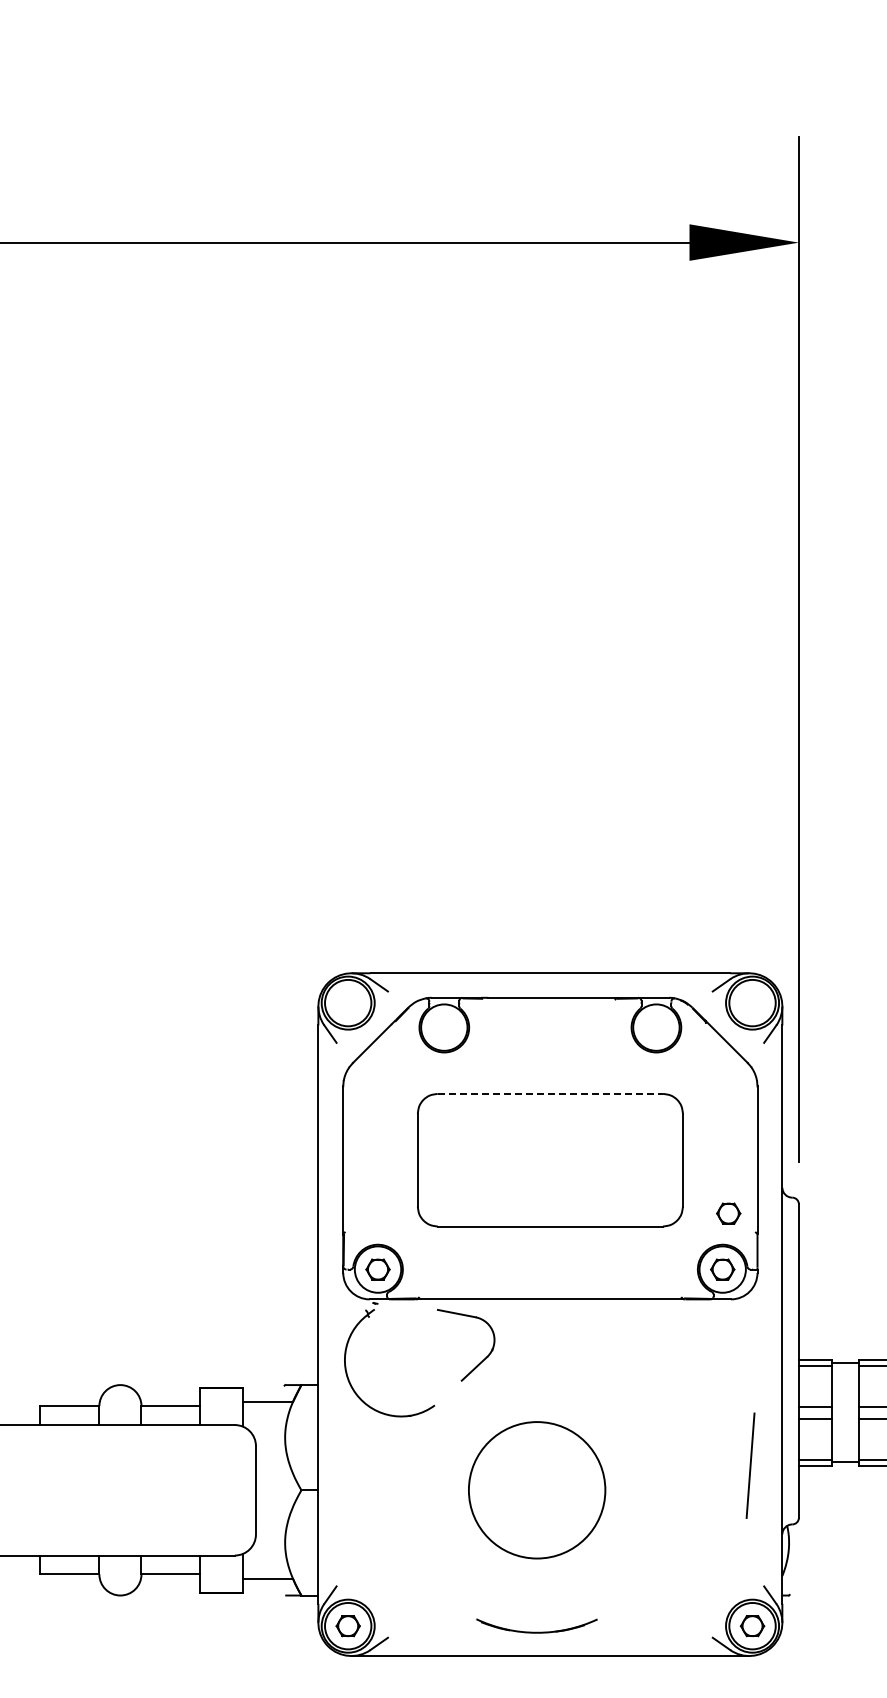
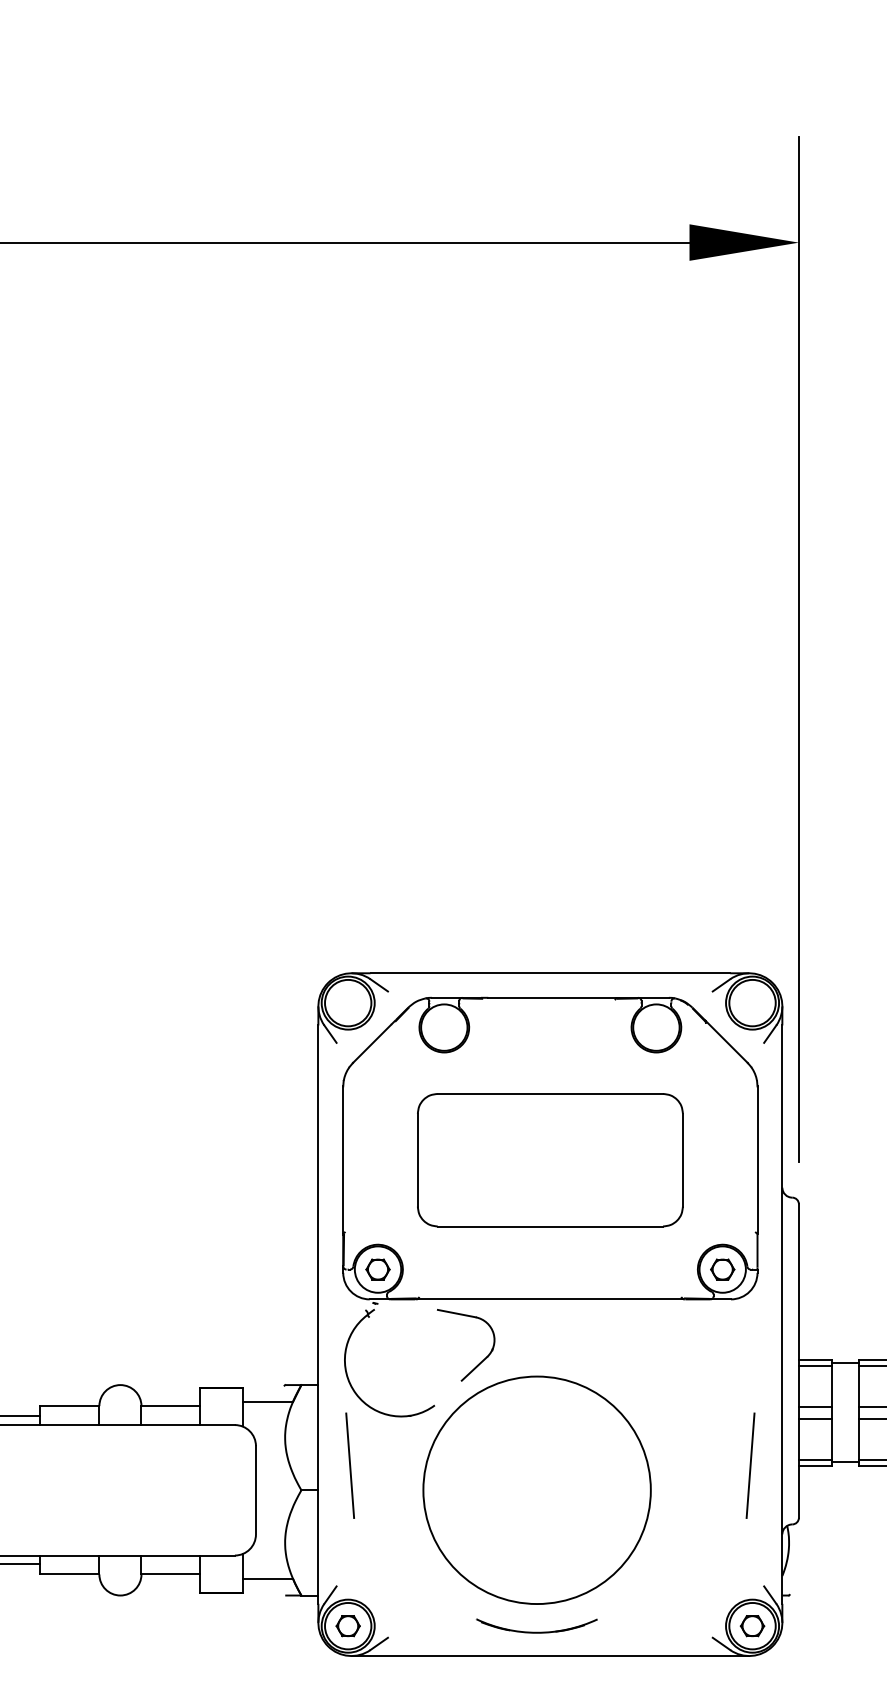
line at (550, 1093): dashed -> solid
part at (728, 1213): present -> none
line at (21, 1416): none -> present
line at (350, 1465): none -> present
circle at (536, 1490) diameter: 136 px -> 227 px
line at (21, 1564): none -> present
